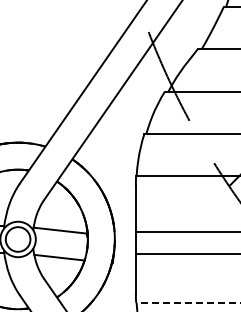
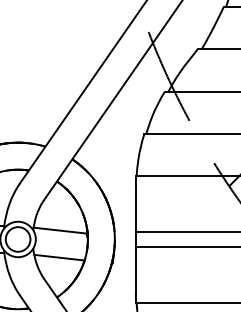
line at (186, 253) position: (186, 253) -> (186, 246)
line at (188, 302): dashed -> solid
